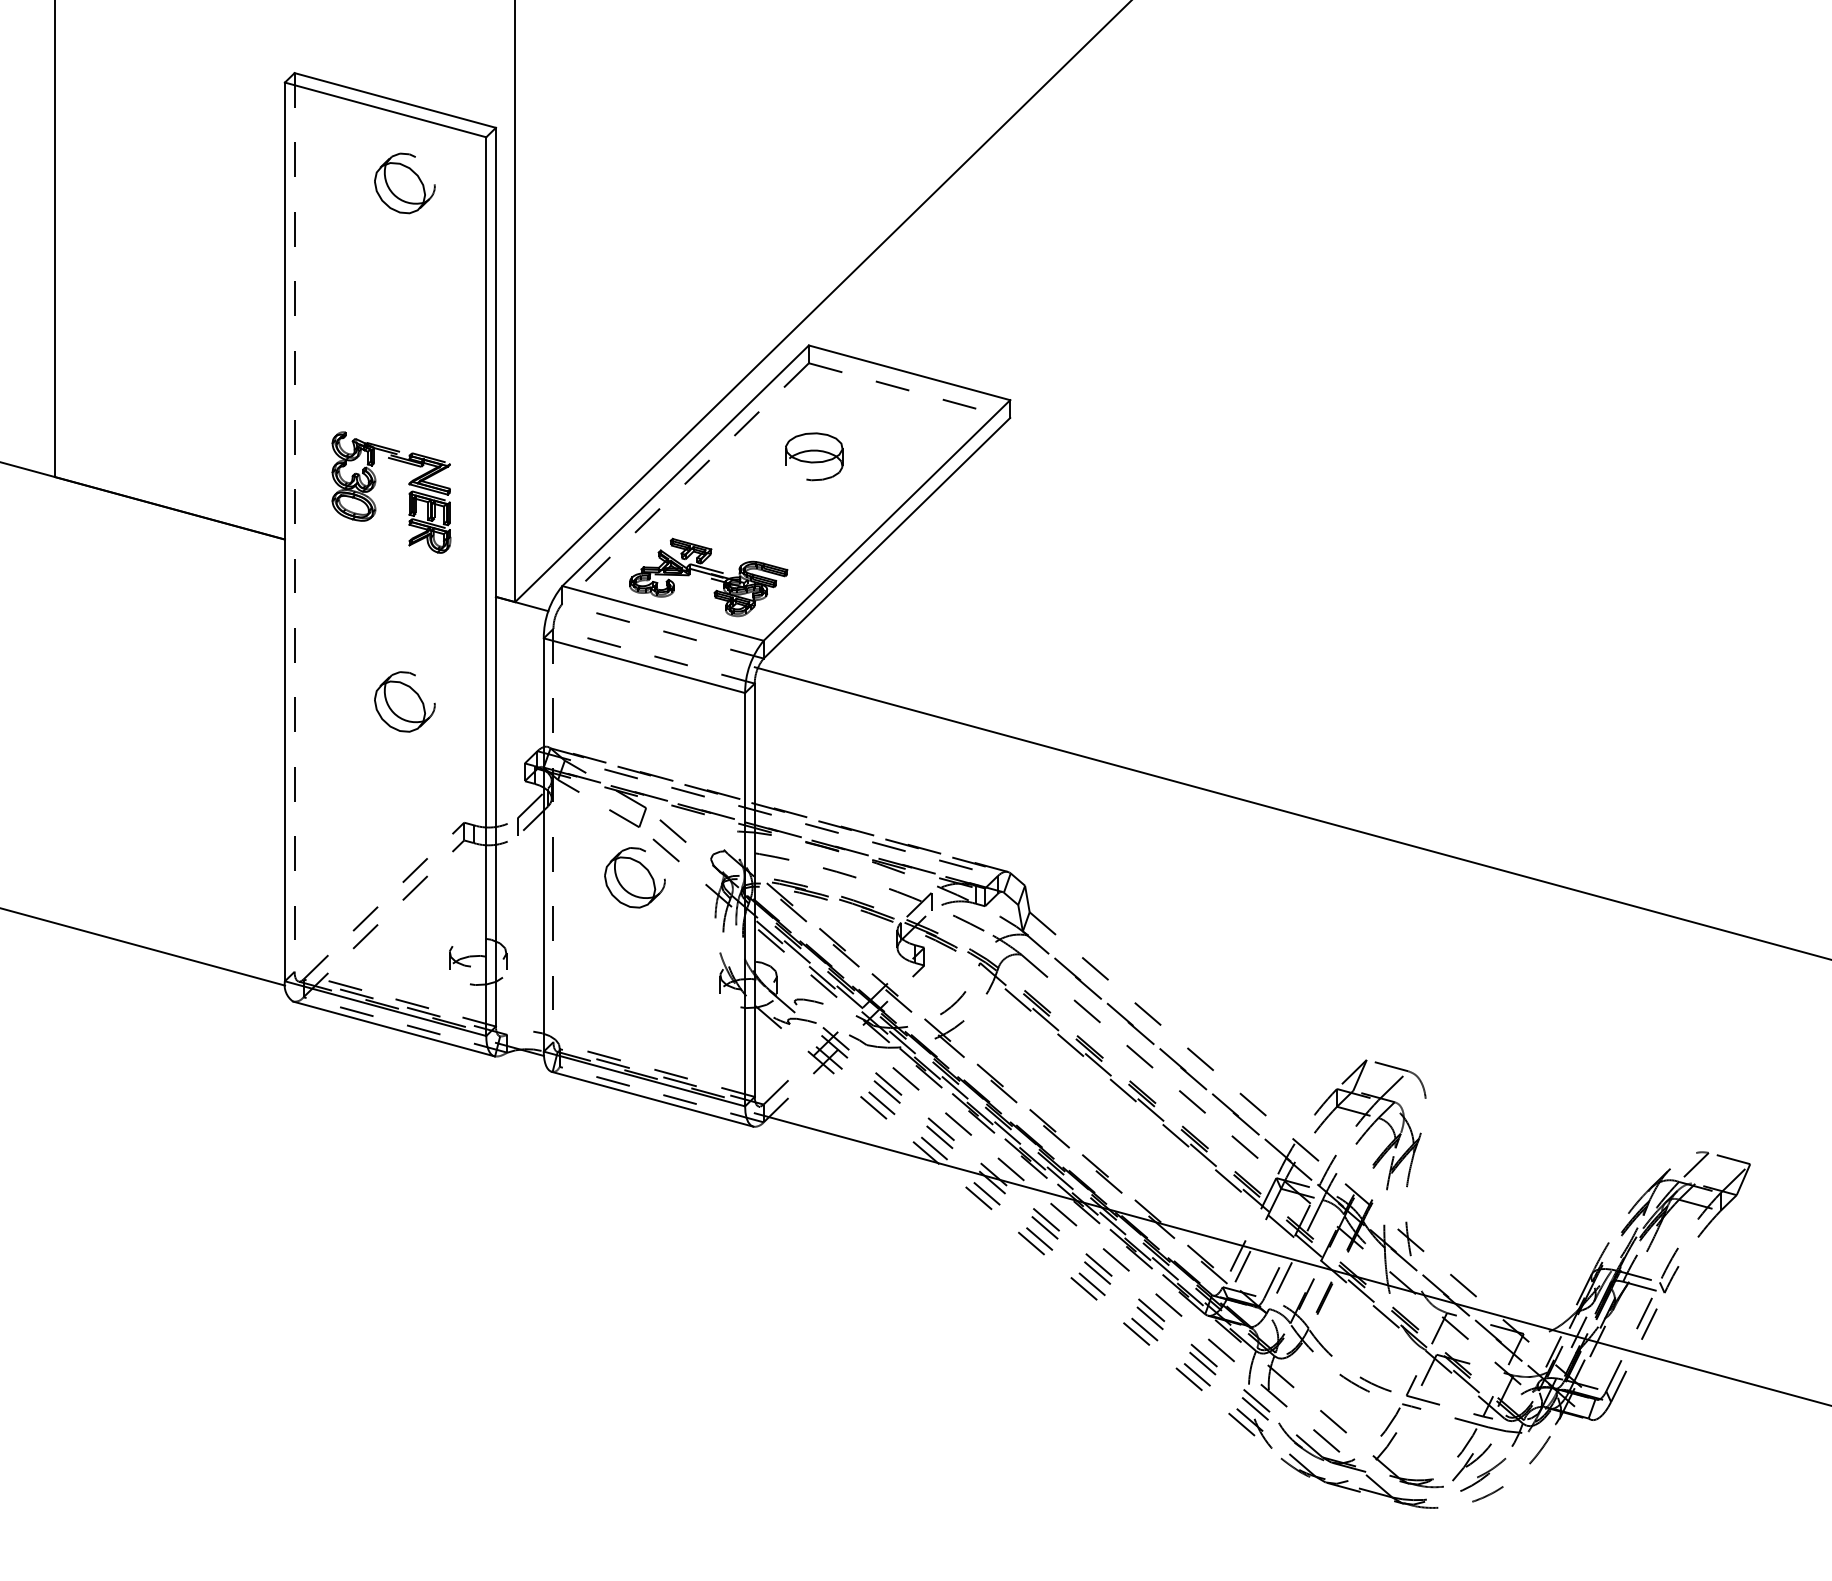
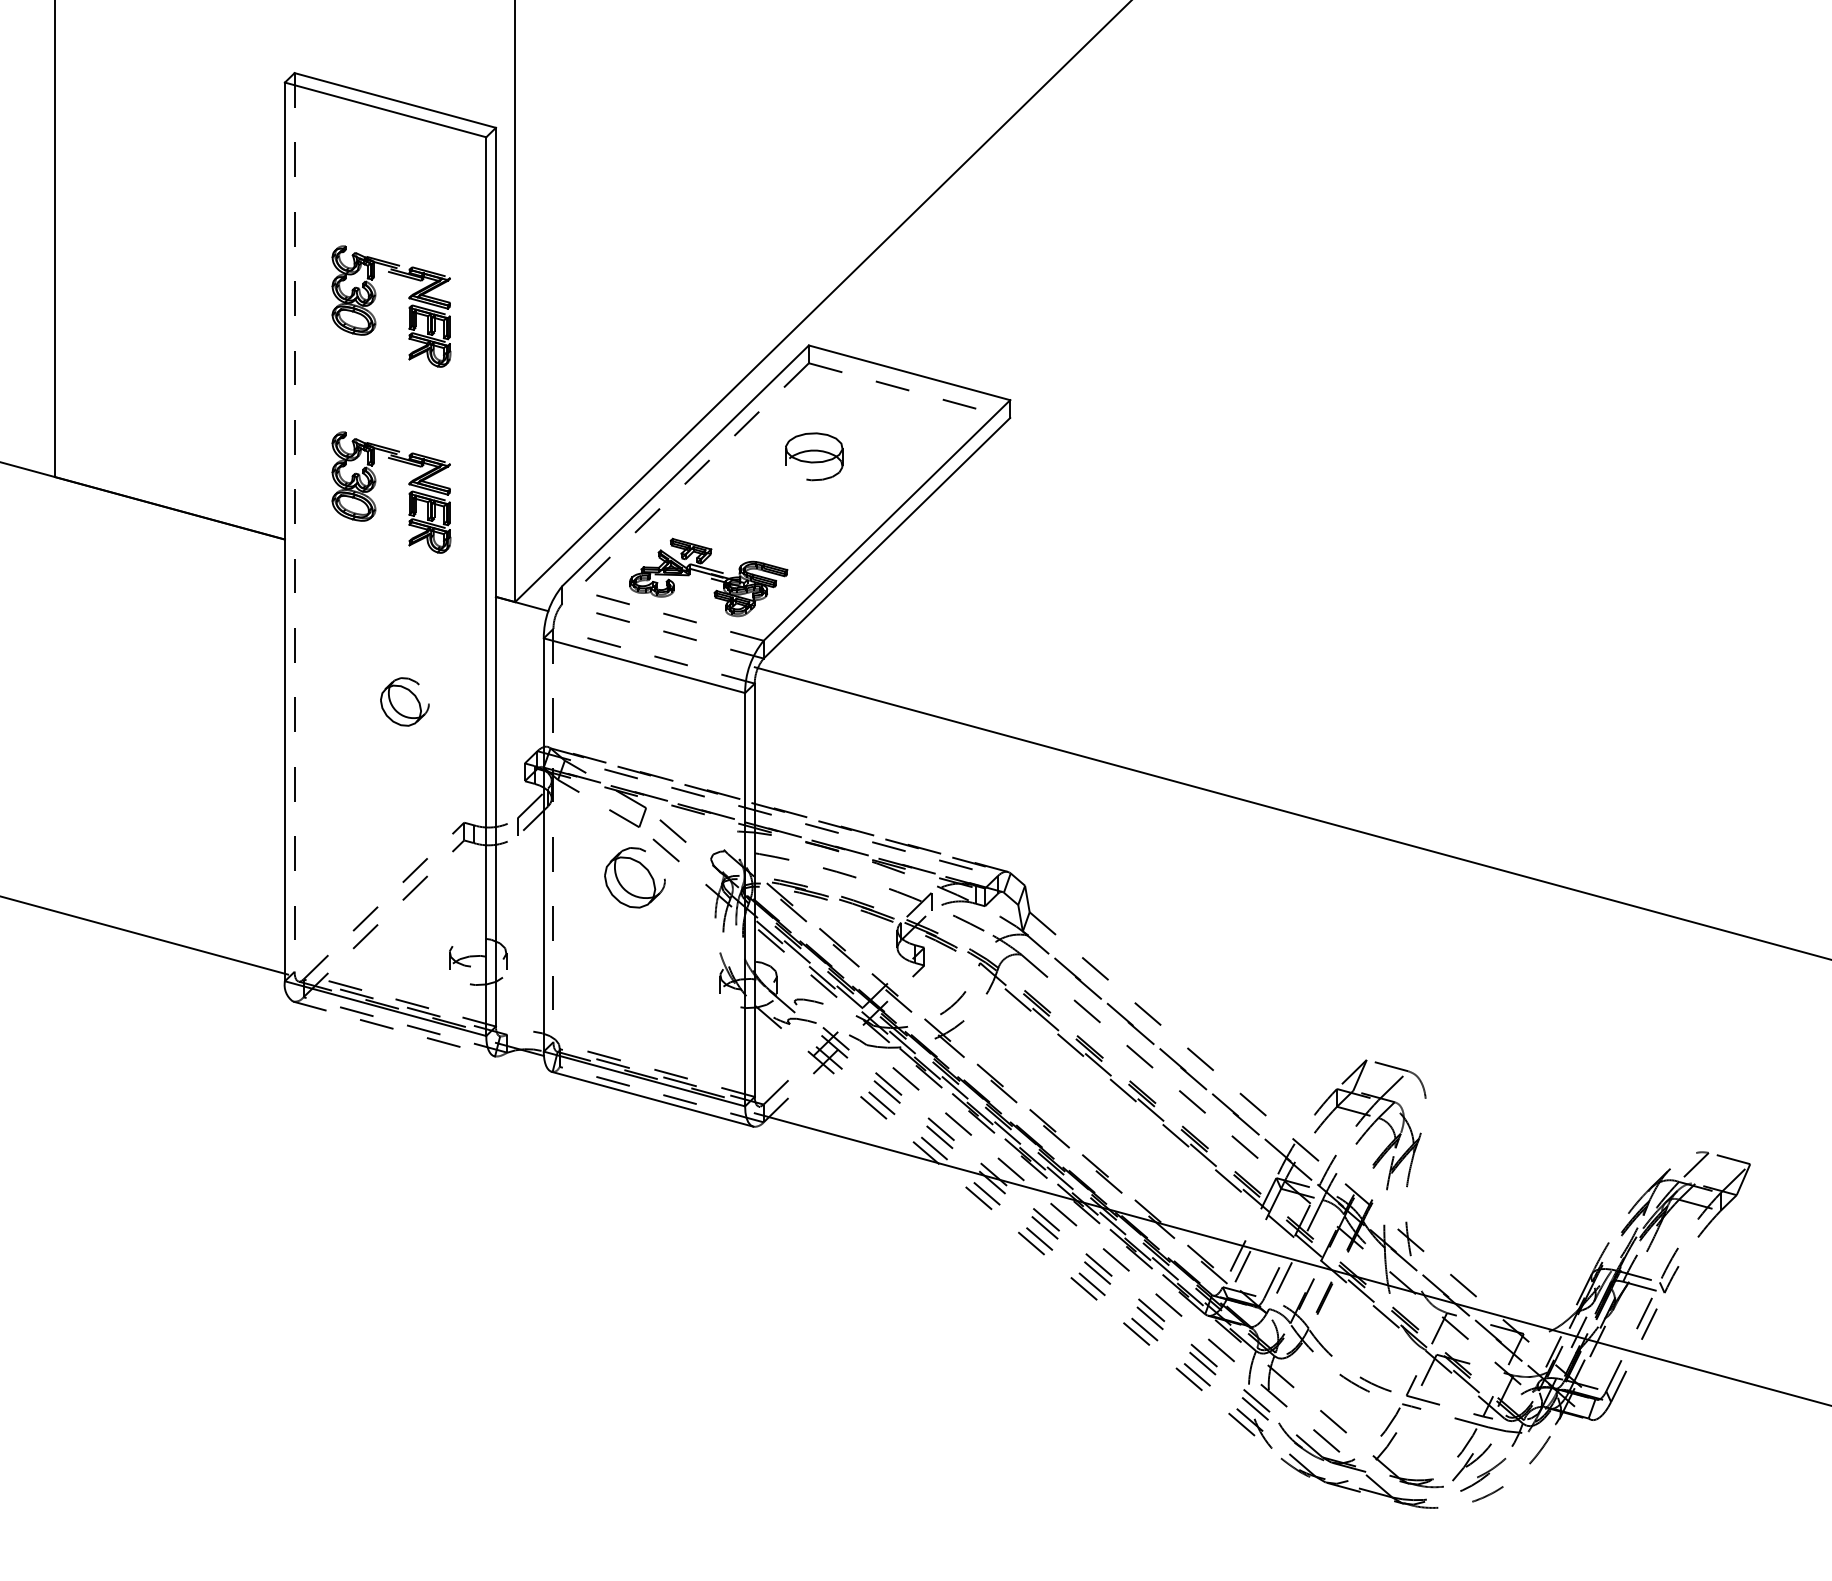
part at (404, 183): present -> none
part at (408, 307): none -> present
line at (662, 613): solid -> dashed
part at (404, 701) size: 62x62 px -> 50x50 px
line at (143, 946) position: (143, 946) -> (145, 935)
line at (394, 1029): solid -> dashed
